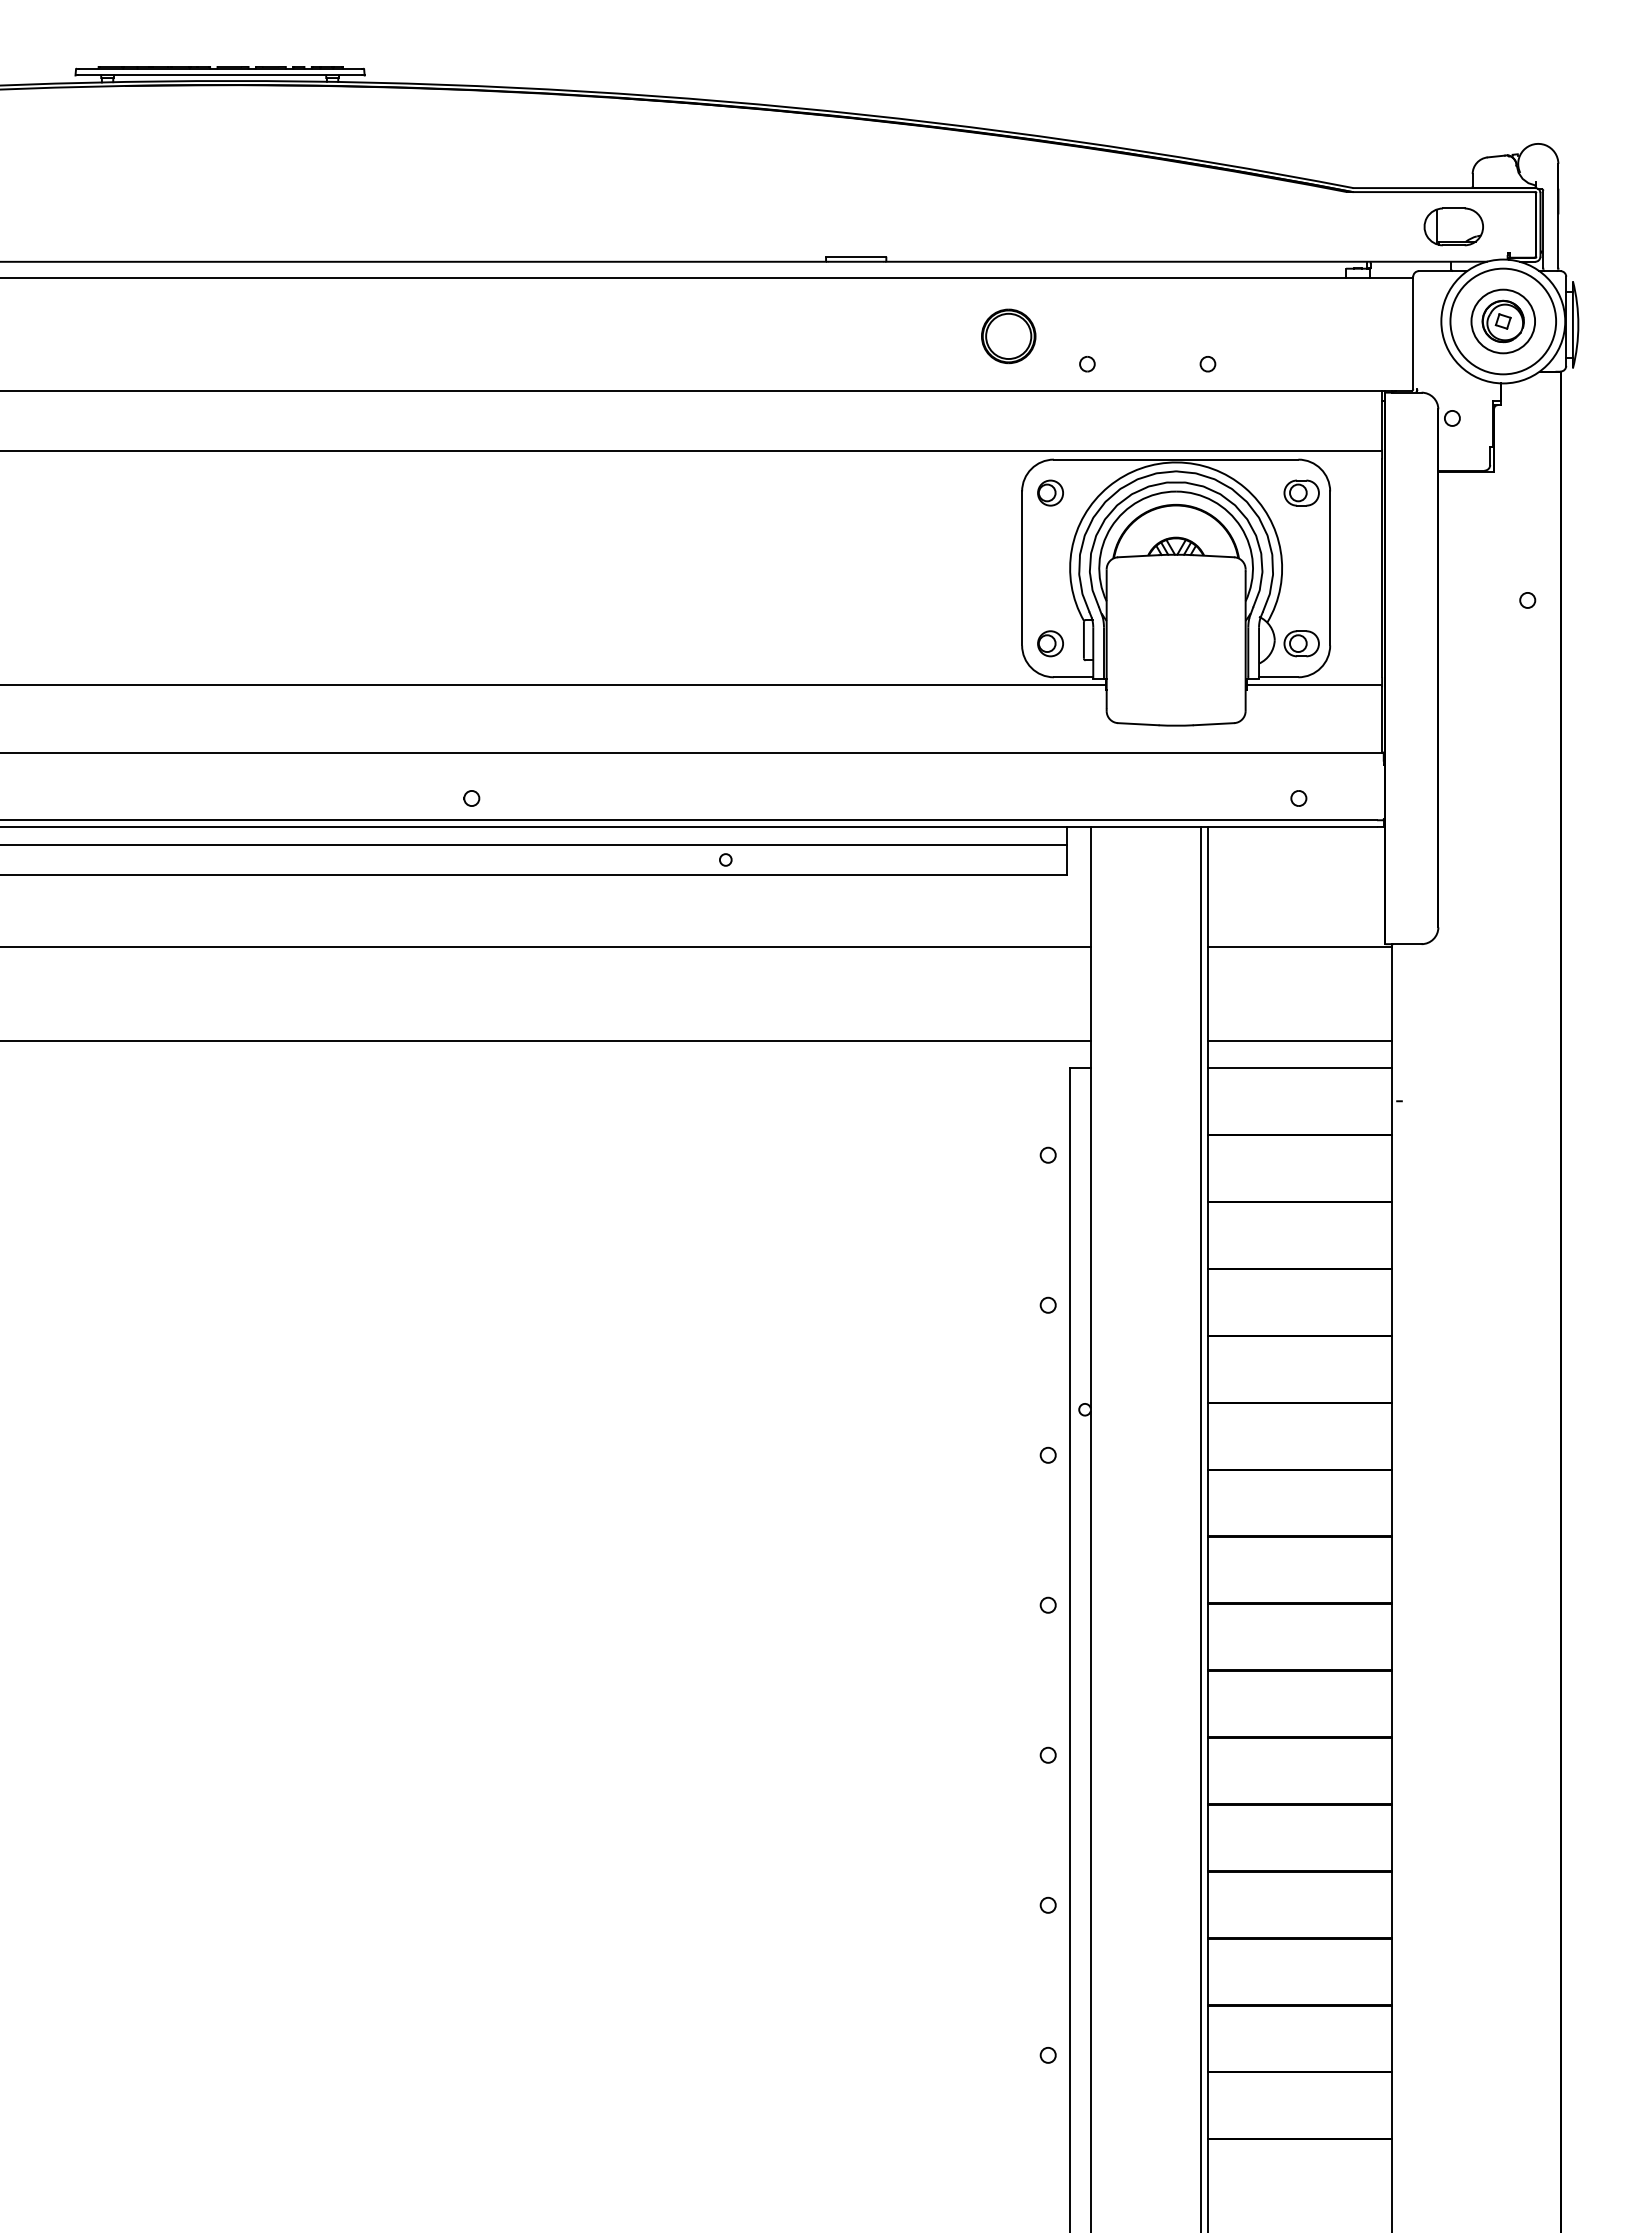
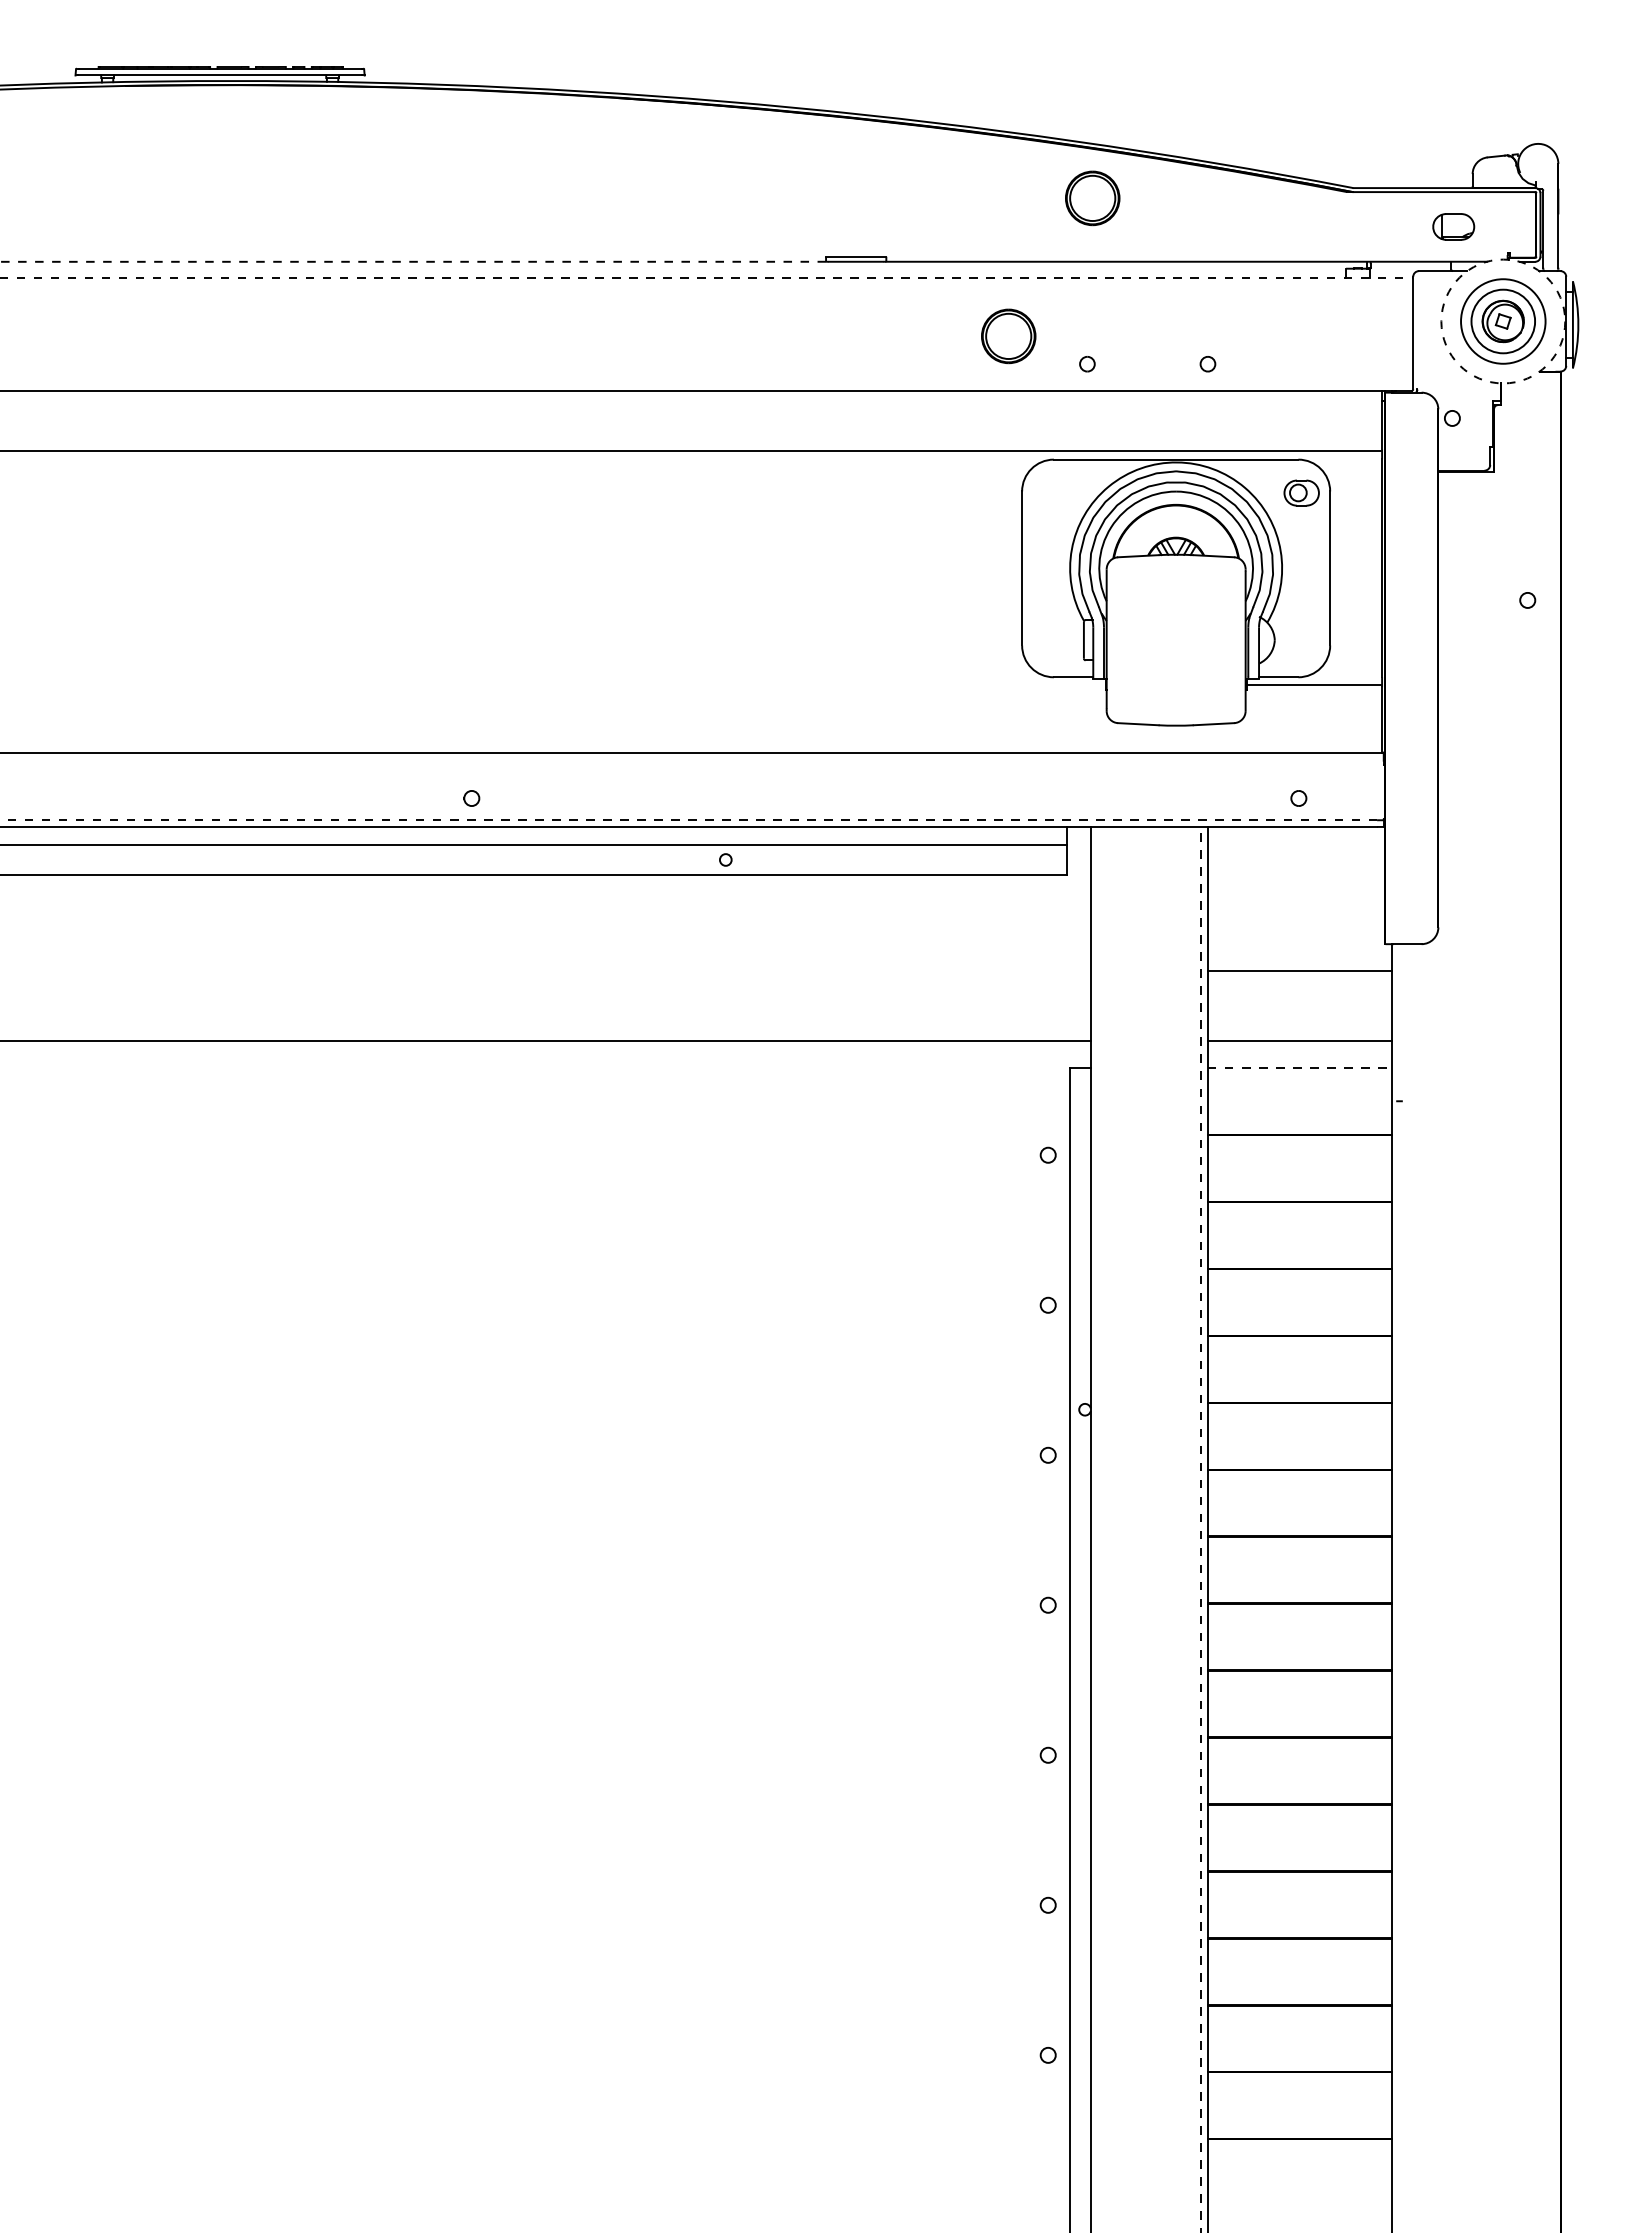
part at (1092, 198): none -> present
part at (1453, 226) size: 61x40 px -> 44x28 px
line at (413, 261): solid -> dashed
line at (707, 277): solid -> dashed
circle at (1503, 321) diameter: 106 px -> 85 px
circle at (1503, 321): solid -> dashed
part at (1050, 492): present -> none
part at (1050, 643): present -> none
part at (1301, 643): present -> none
line at (553, 685): present -> none
line at (688, 820): solid -> dashed
line at (546, 946): present -> none
line at (1299, 946) position: (1299, 946) -> (1299, 970)
line at (1300, 1068): solid -> dashed
line at (1201, 1529): solid -> dashed
